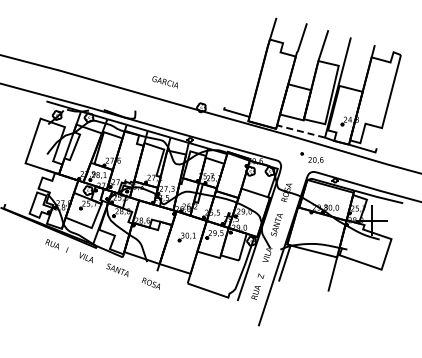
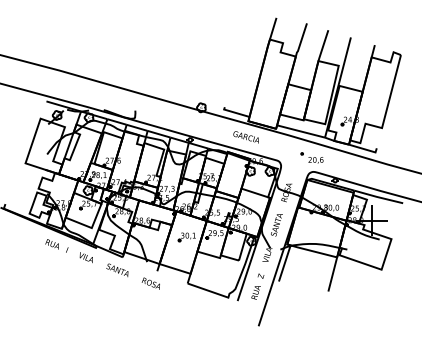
text at (164, 82) position: (164, 82) -> (245, 137)
line at (300, 131): dashed -> solid
